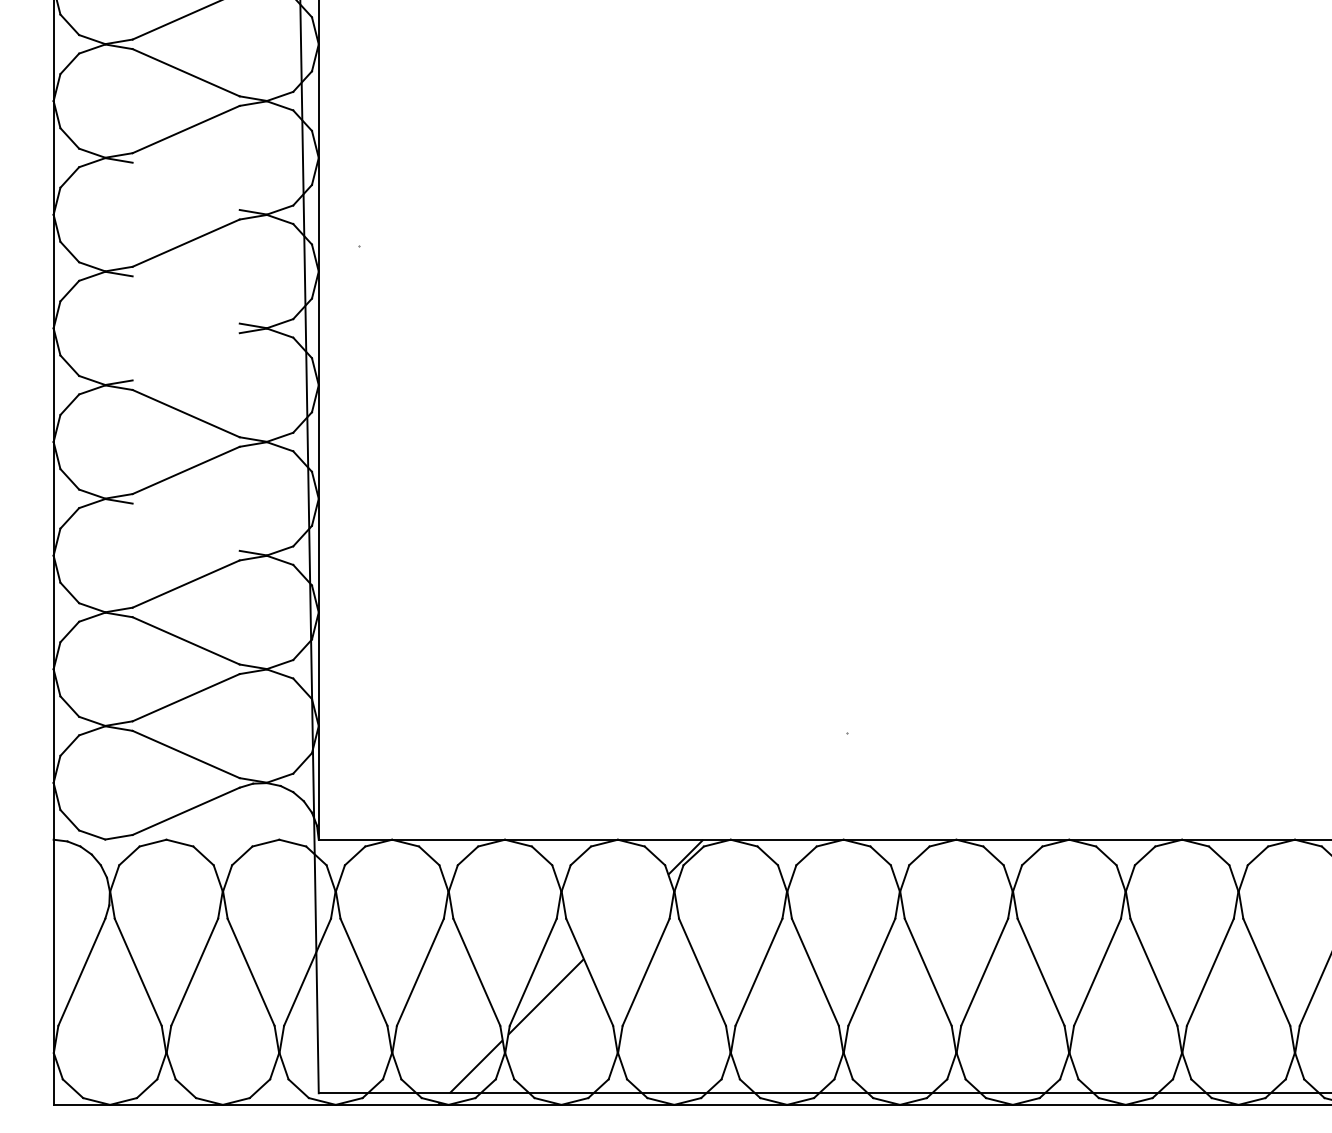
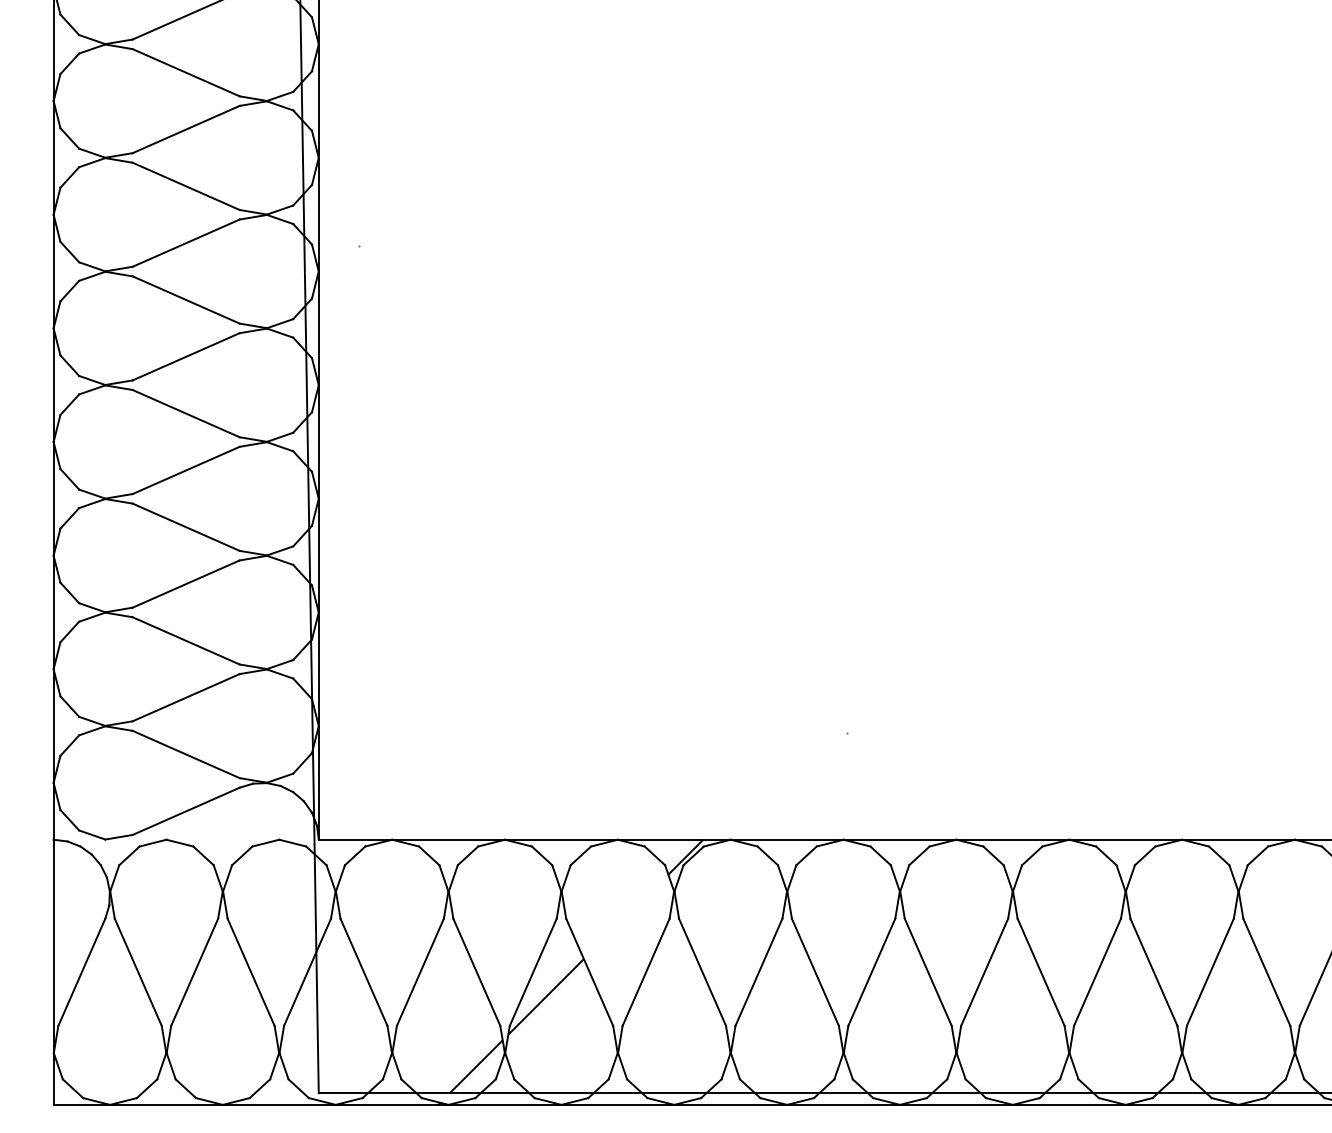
line at (185, 185): none -> present
line at (185, 299): none -> present
line at (185, 356): none -> present
line at (185, 526): none -> present
